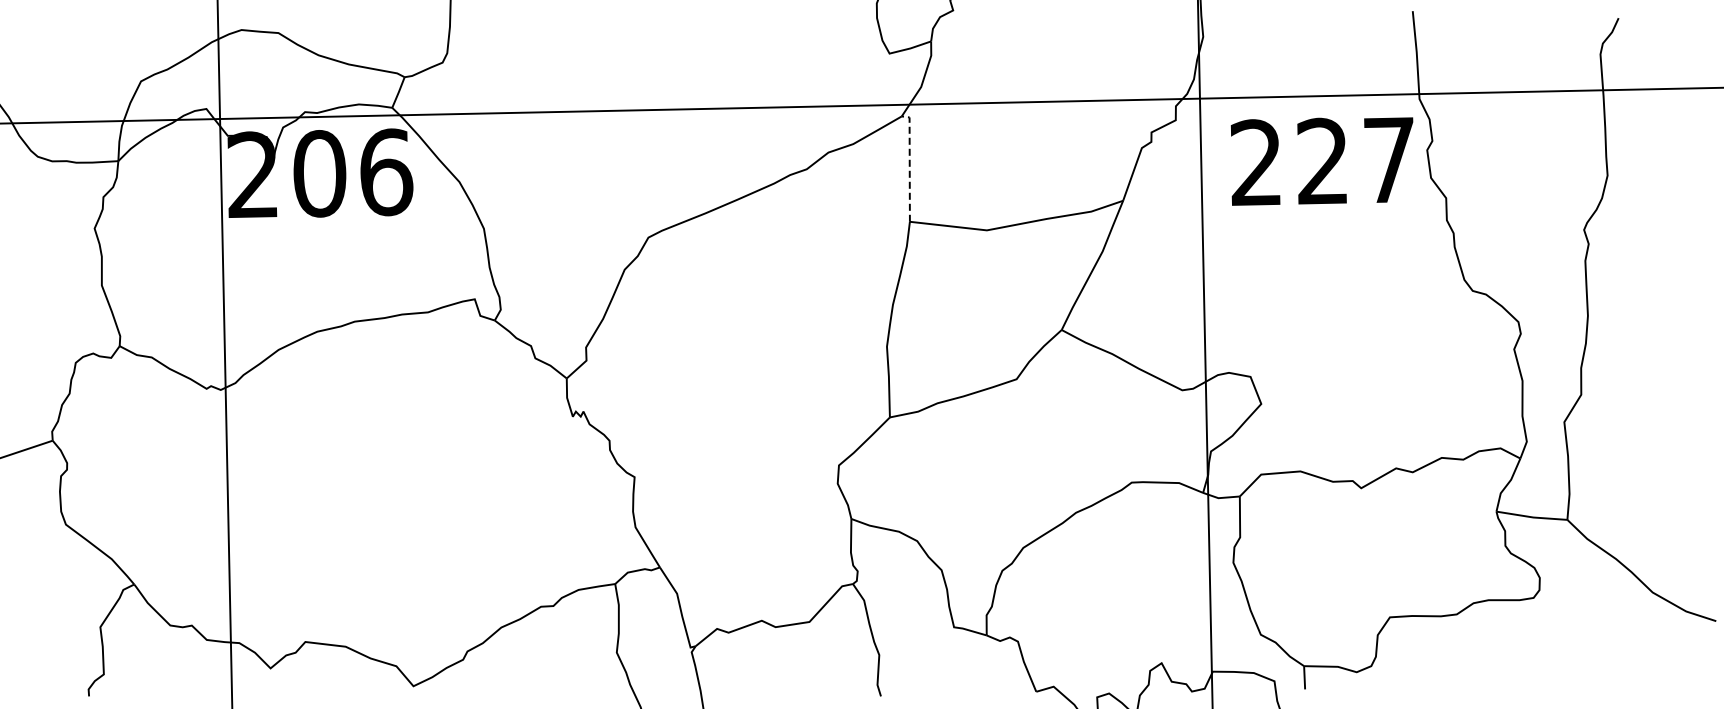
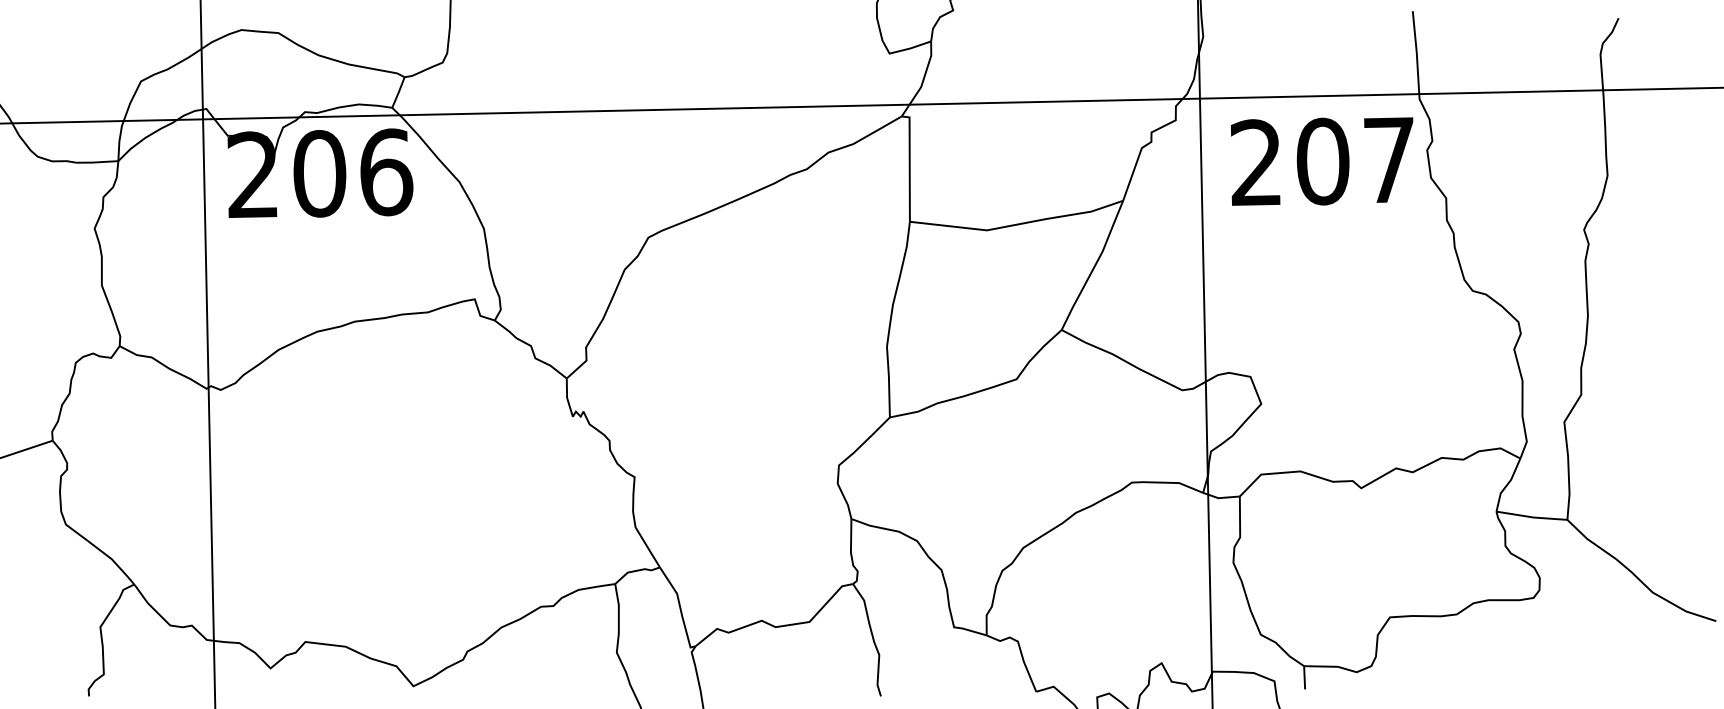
text at (1322, 161): 227 -> 207
line at (909, 165): dashed -> solid
line at (224, 353) position: (224, 353) -> (207, 353)
